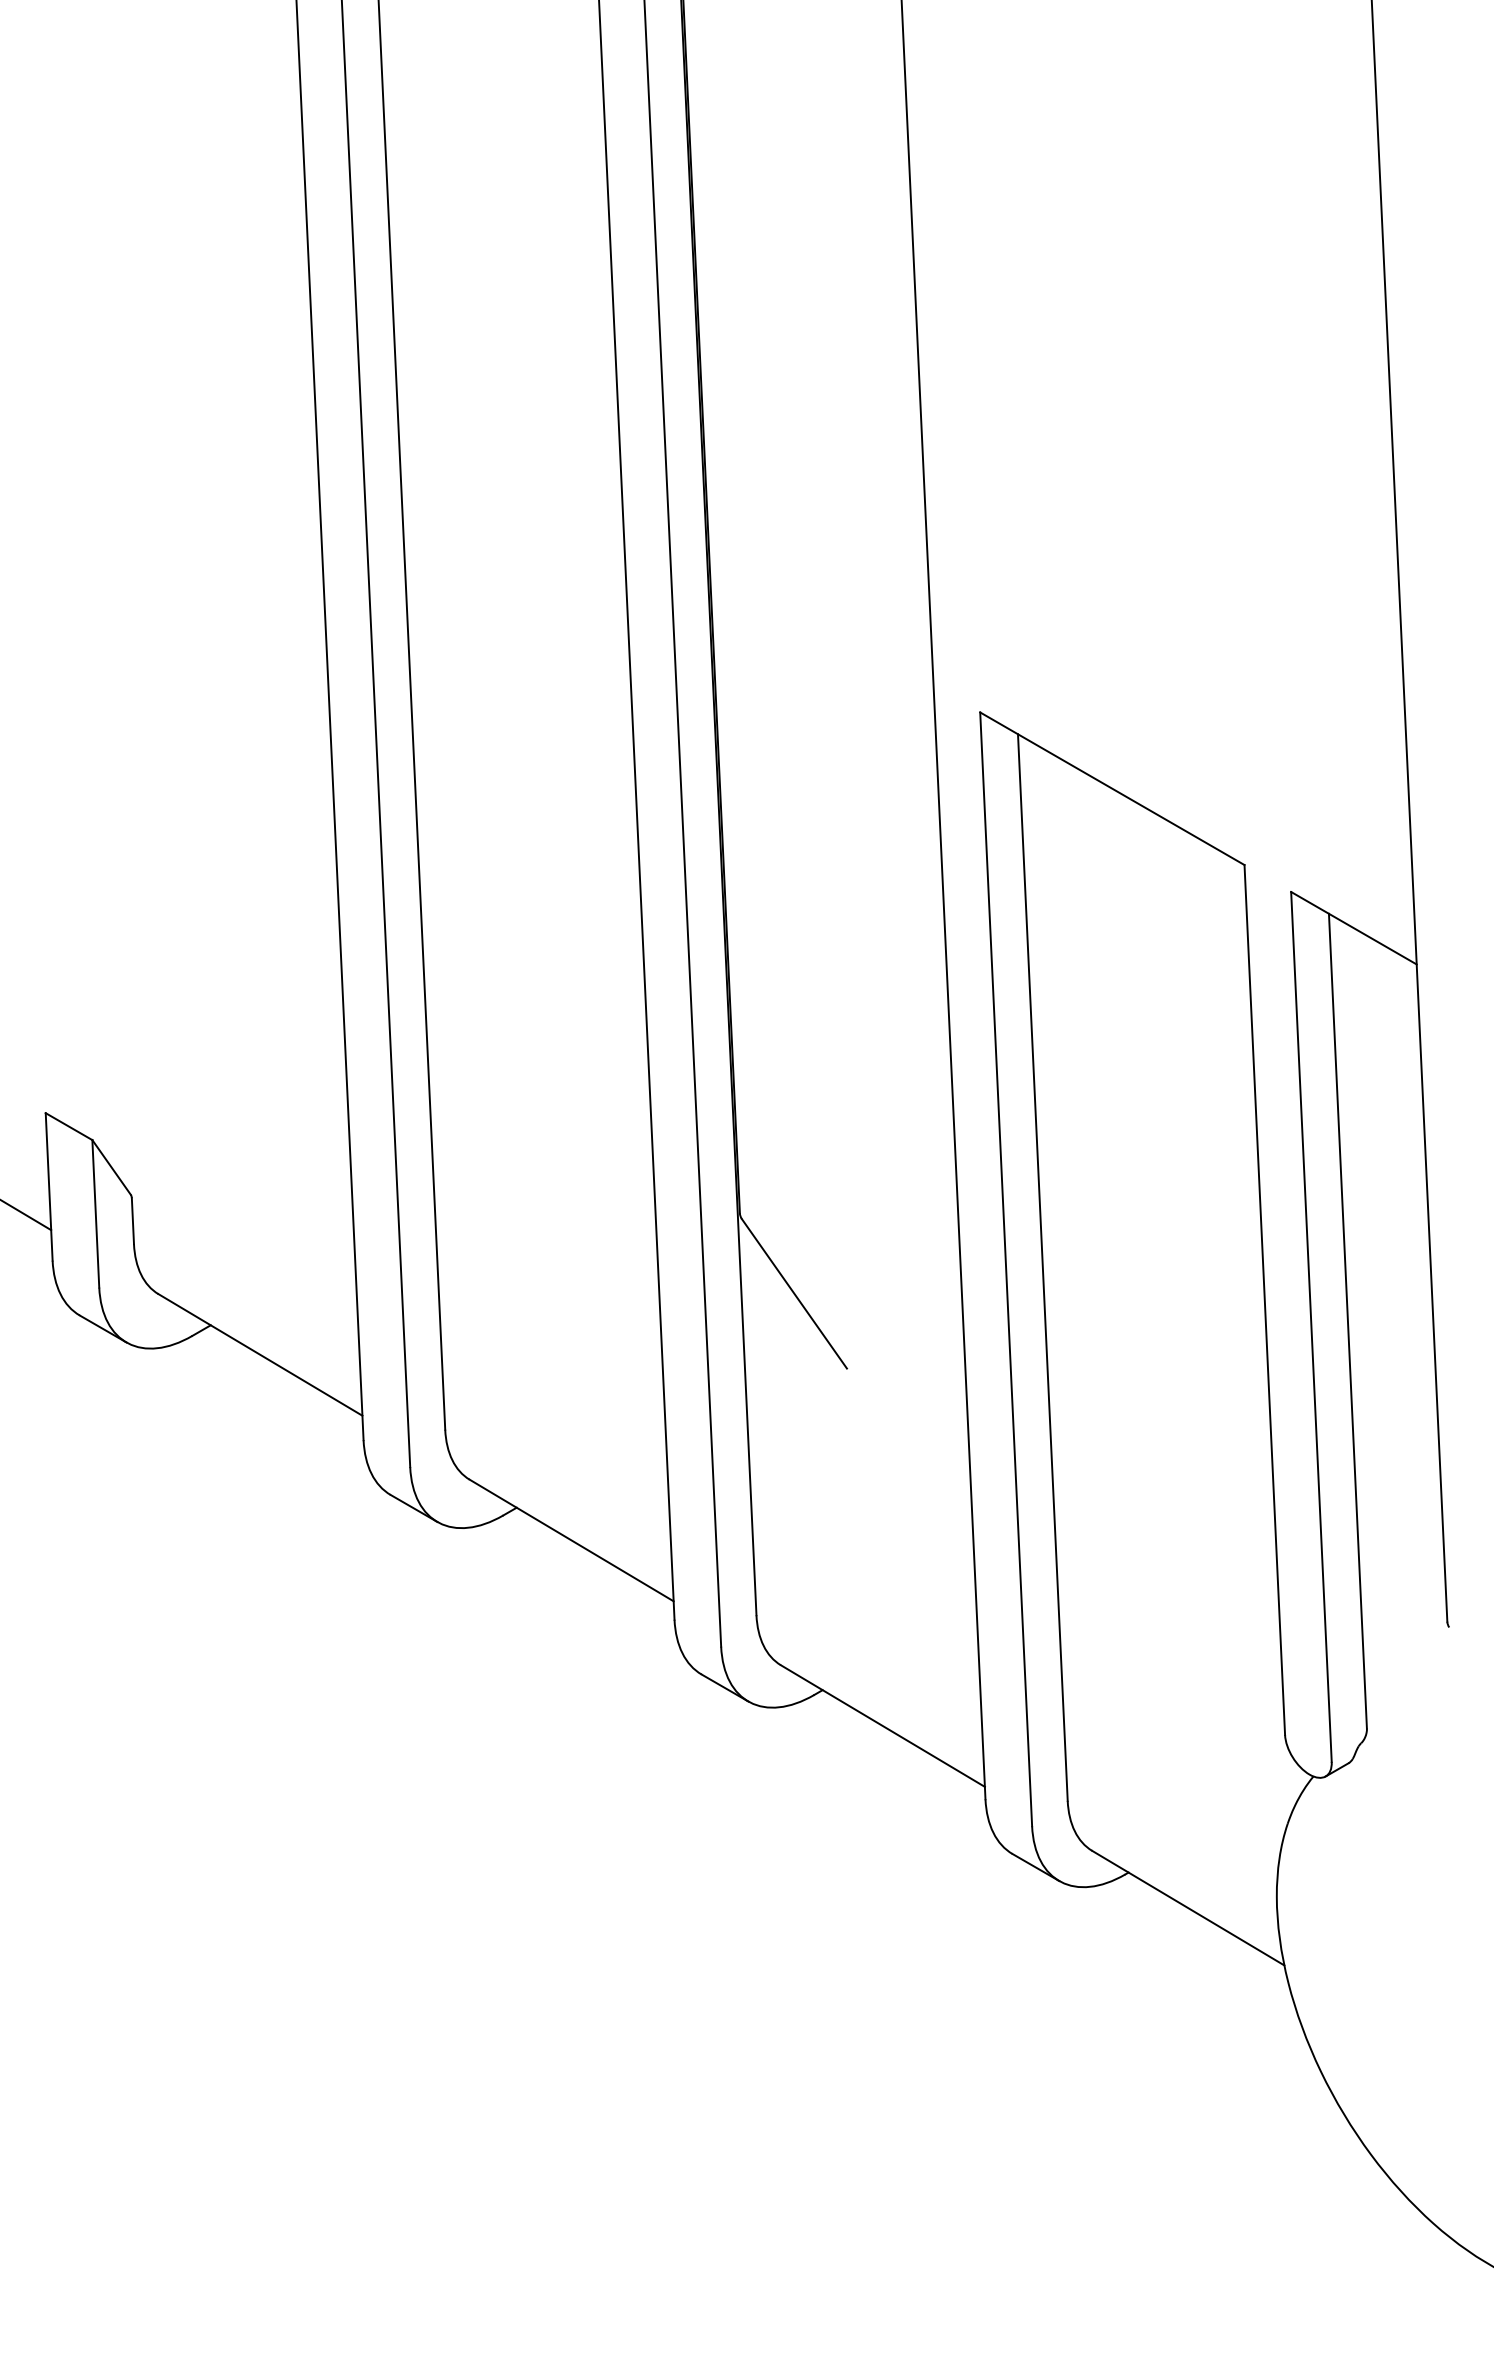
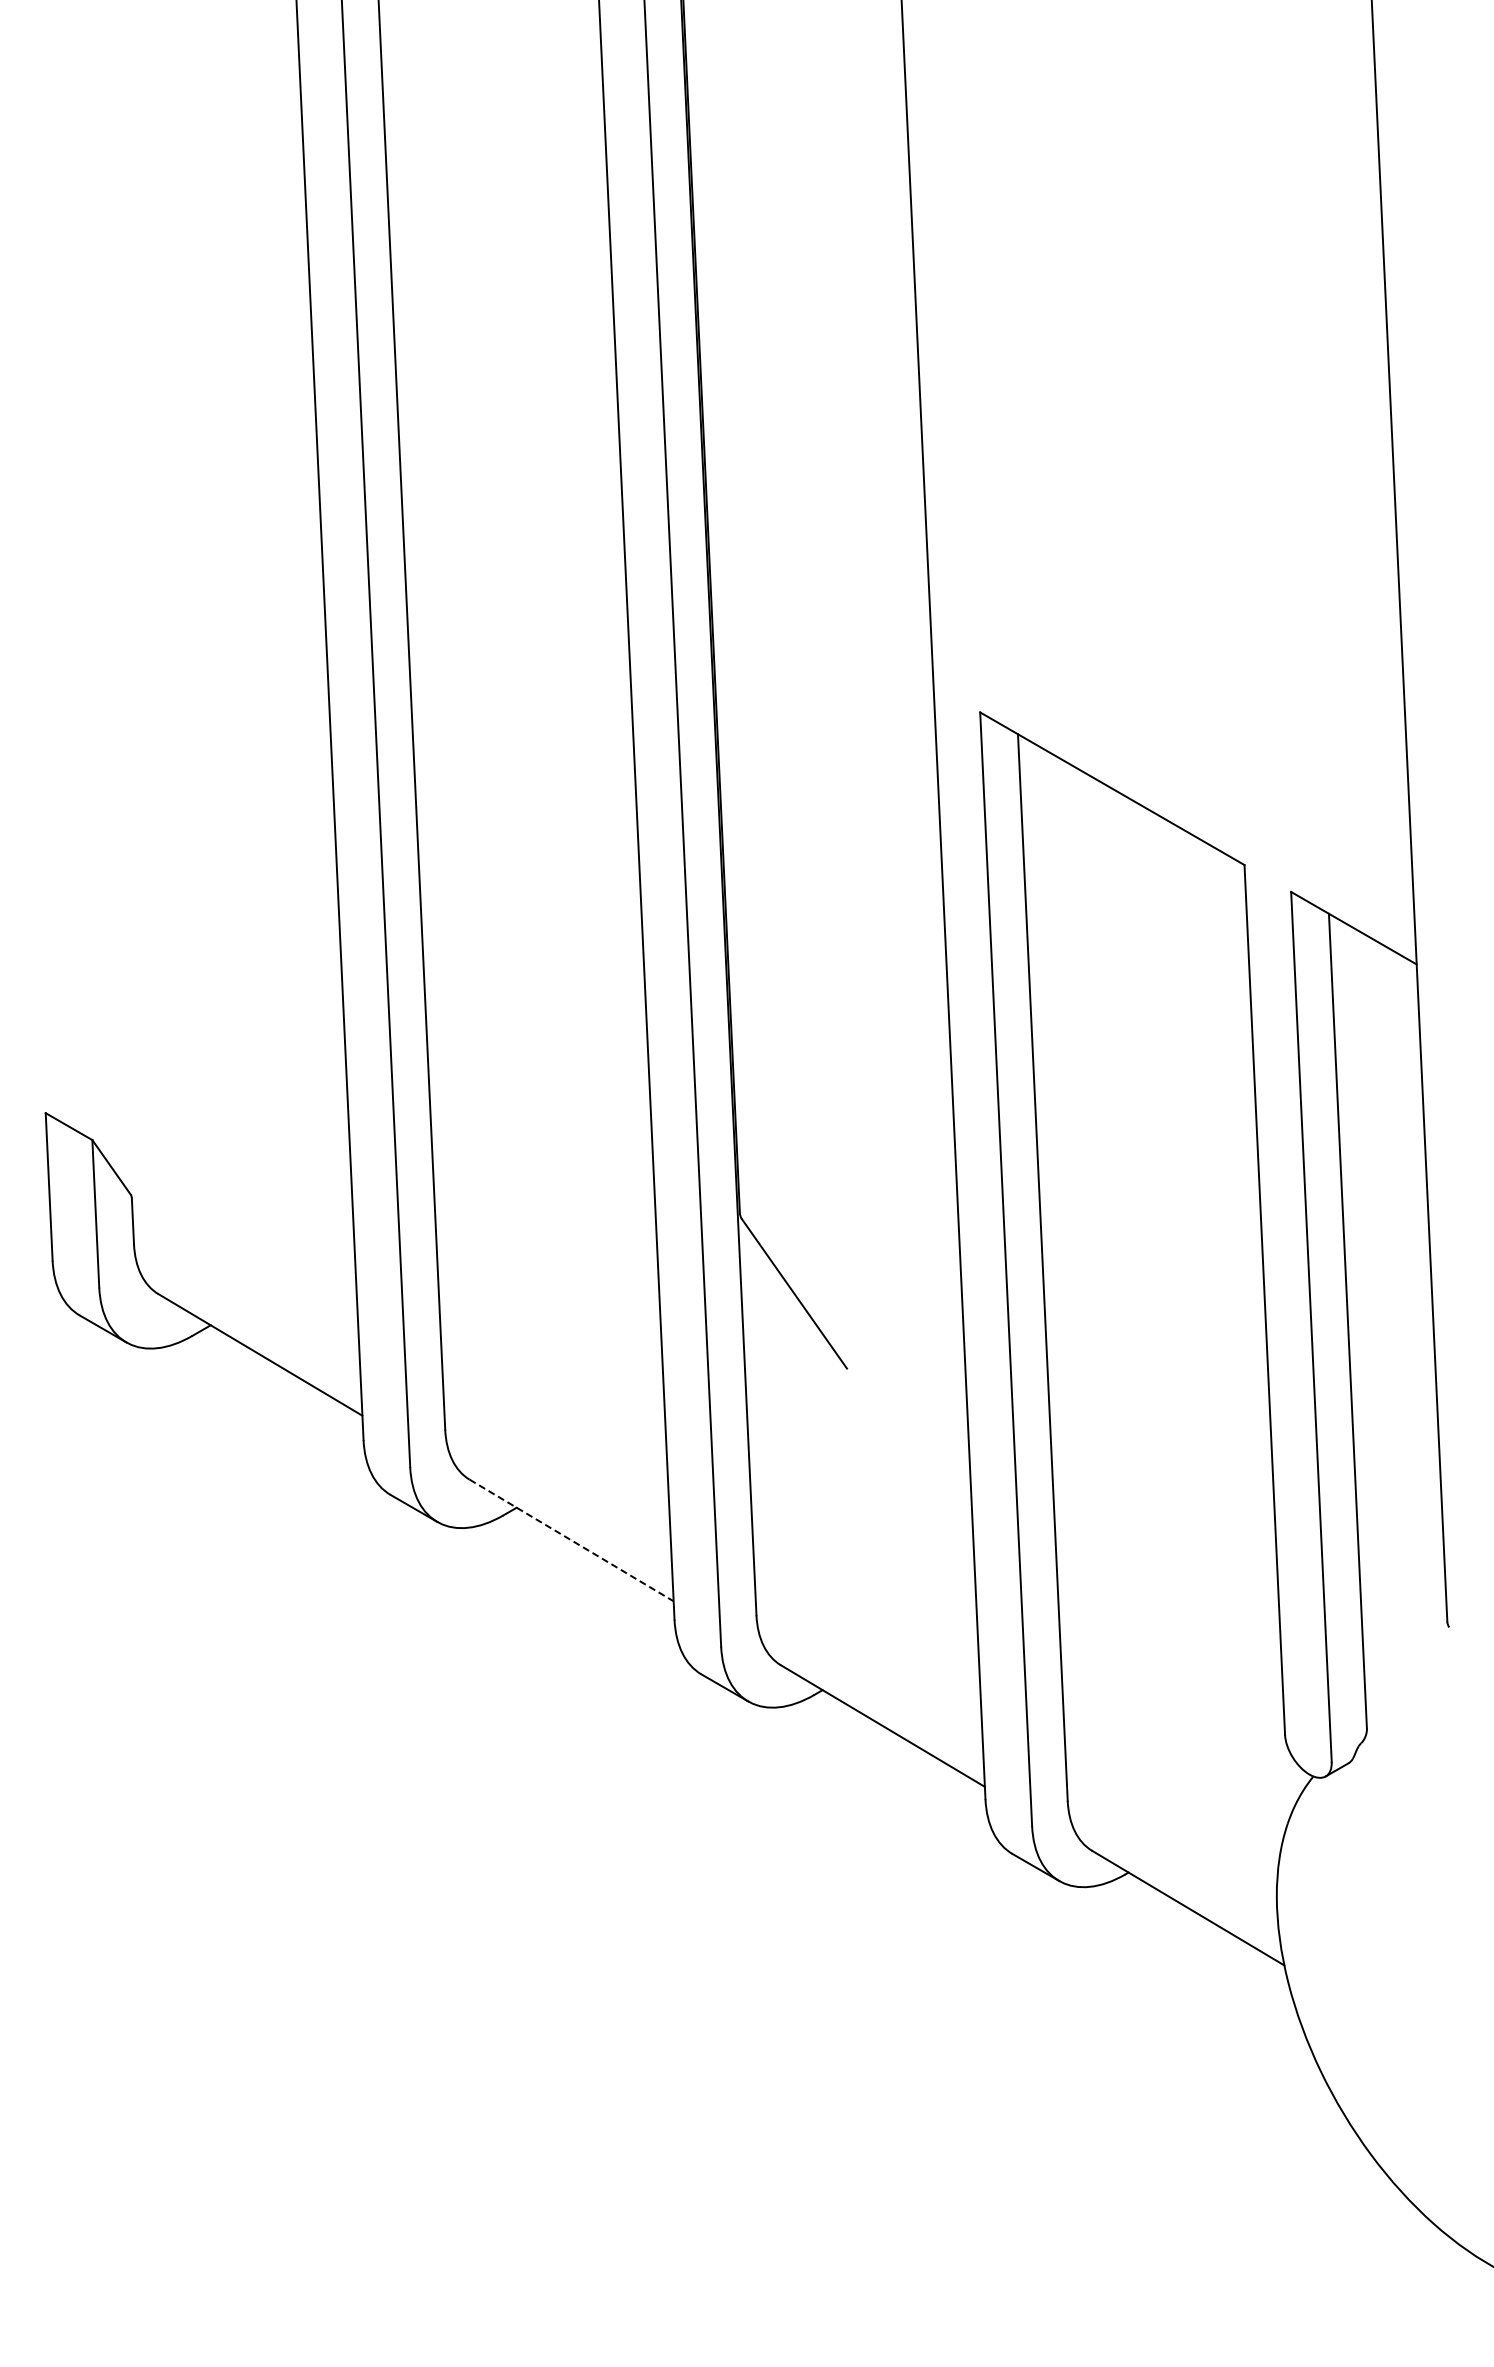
line at (26, 1215): present -> none
line at (571, 1540): solid -> dashed
